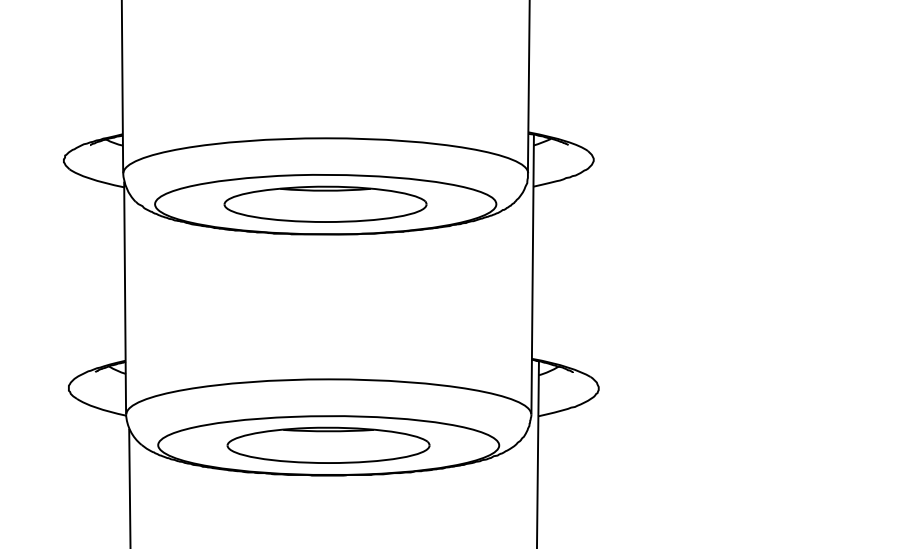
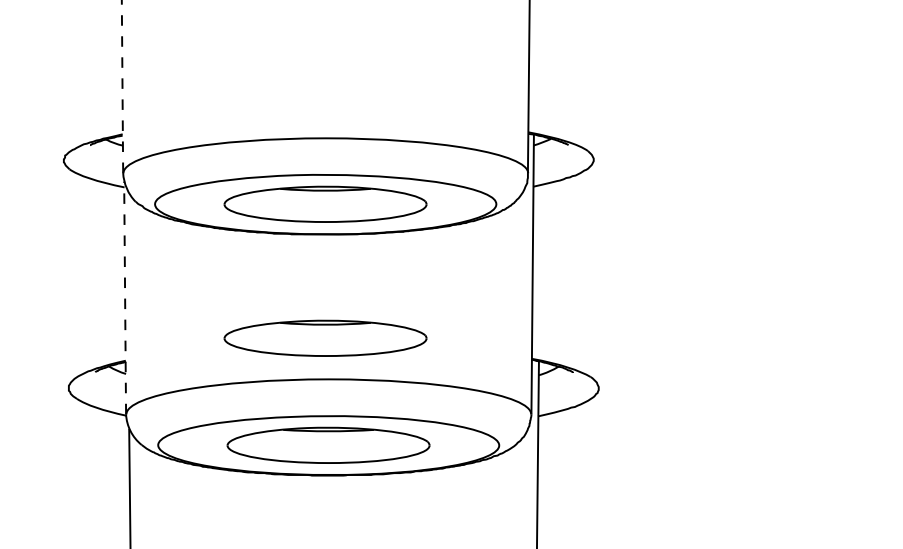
line at (122, 86): solid -> dashed
line at (125, 297): solid -> dashed
part at (325, 337): none -> present
